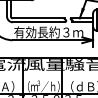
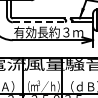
line at (39, 22): solid -> dashed
